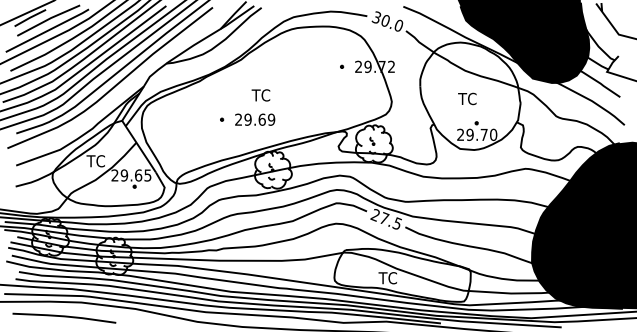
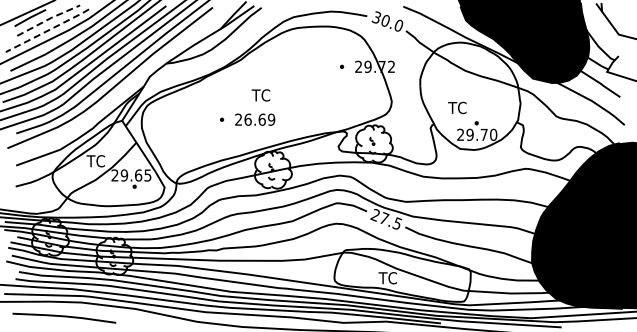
line at (48, 19): solid -> dashed
line at (48, 30): solid -> dashed
text at (467, 98) position: (467, 98) -> (457, 107)
text at (247, 119): 29.69 -> 26.69
